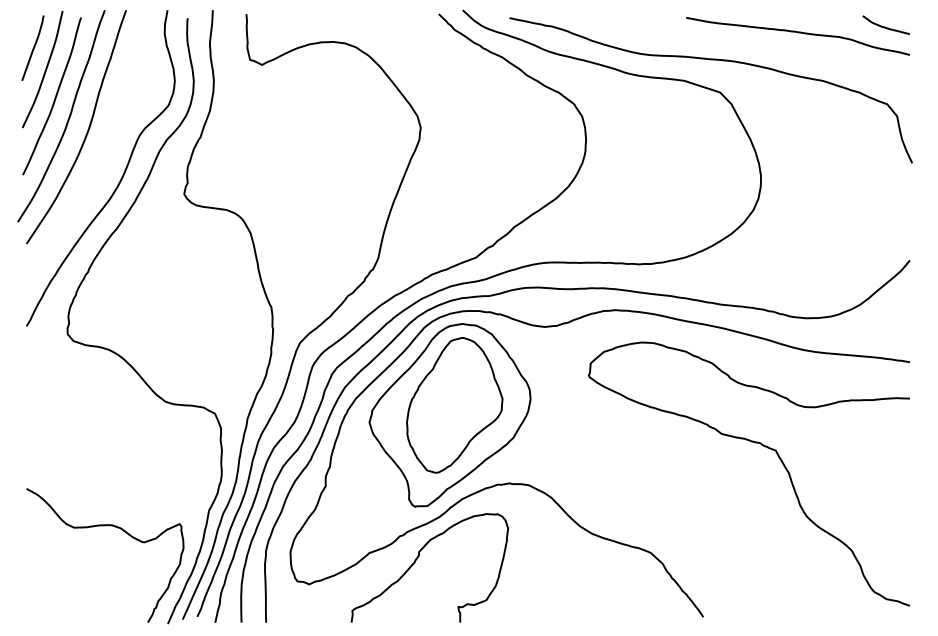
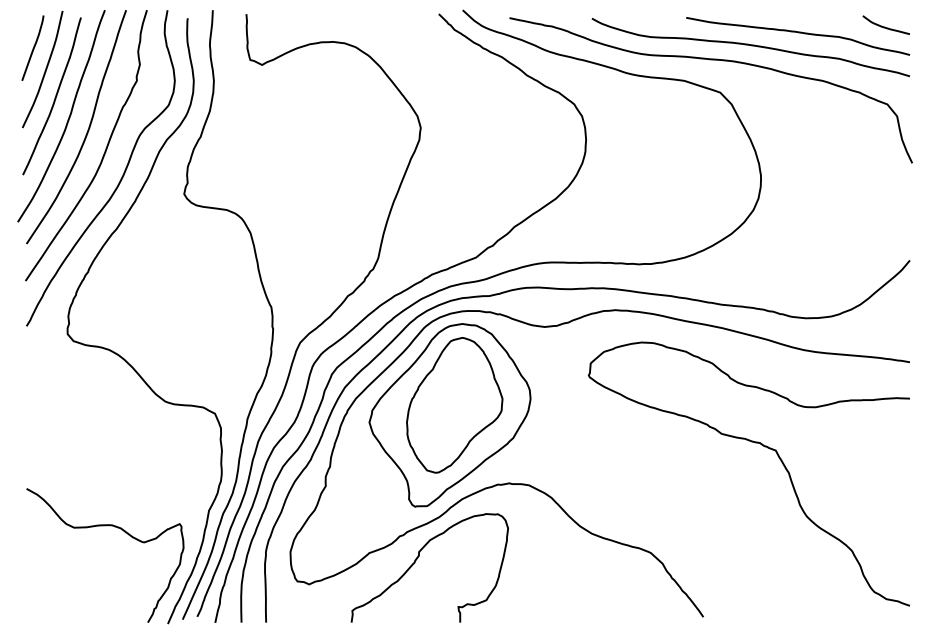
curve at (751, 46): none -> present
curve at (103, 153): none -> present
